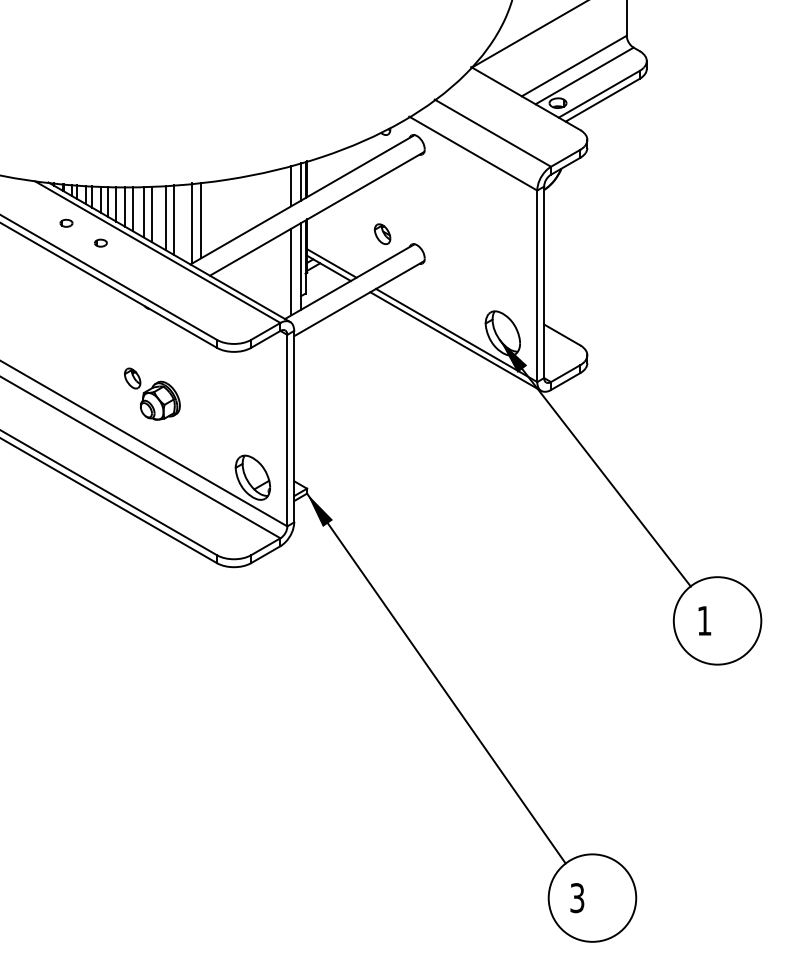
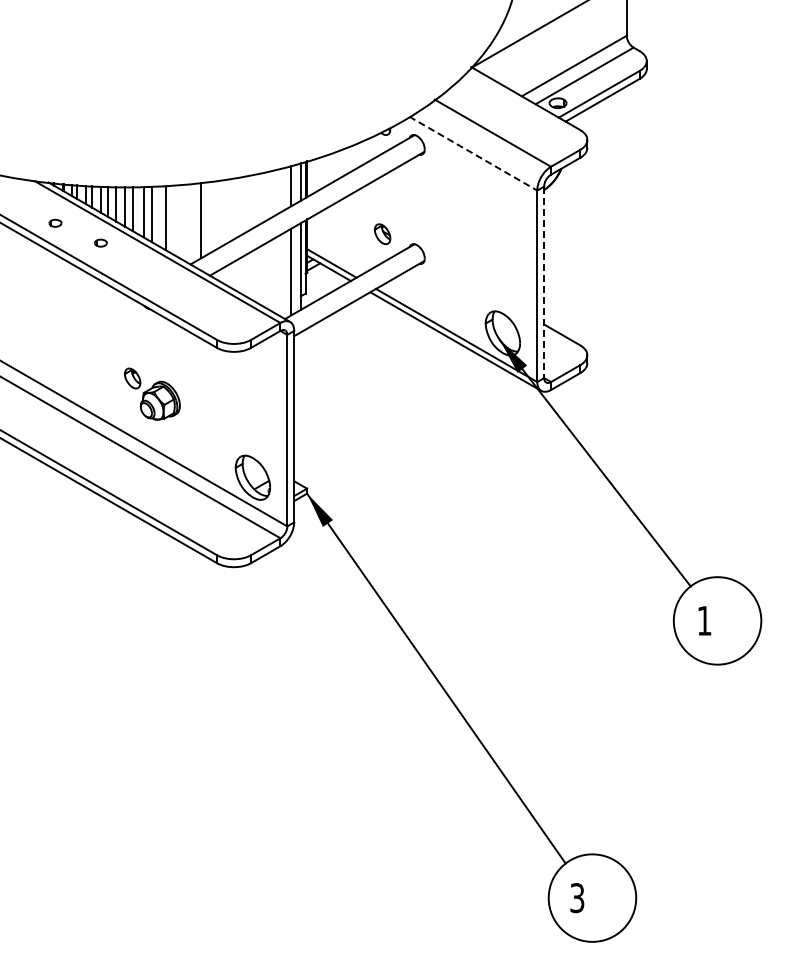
line at (473, 153): solid -> dashed
line at (174, 220): present -> none
part at (66, 222) position: (66, 222) -> (55, 222)
line at (192, 223): present -> none
line at (544, 282): solid -> dashed
